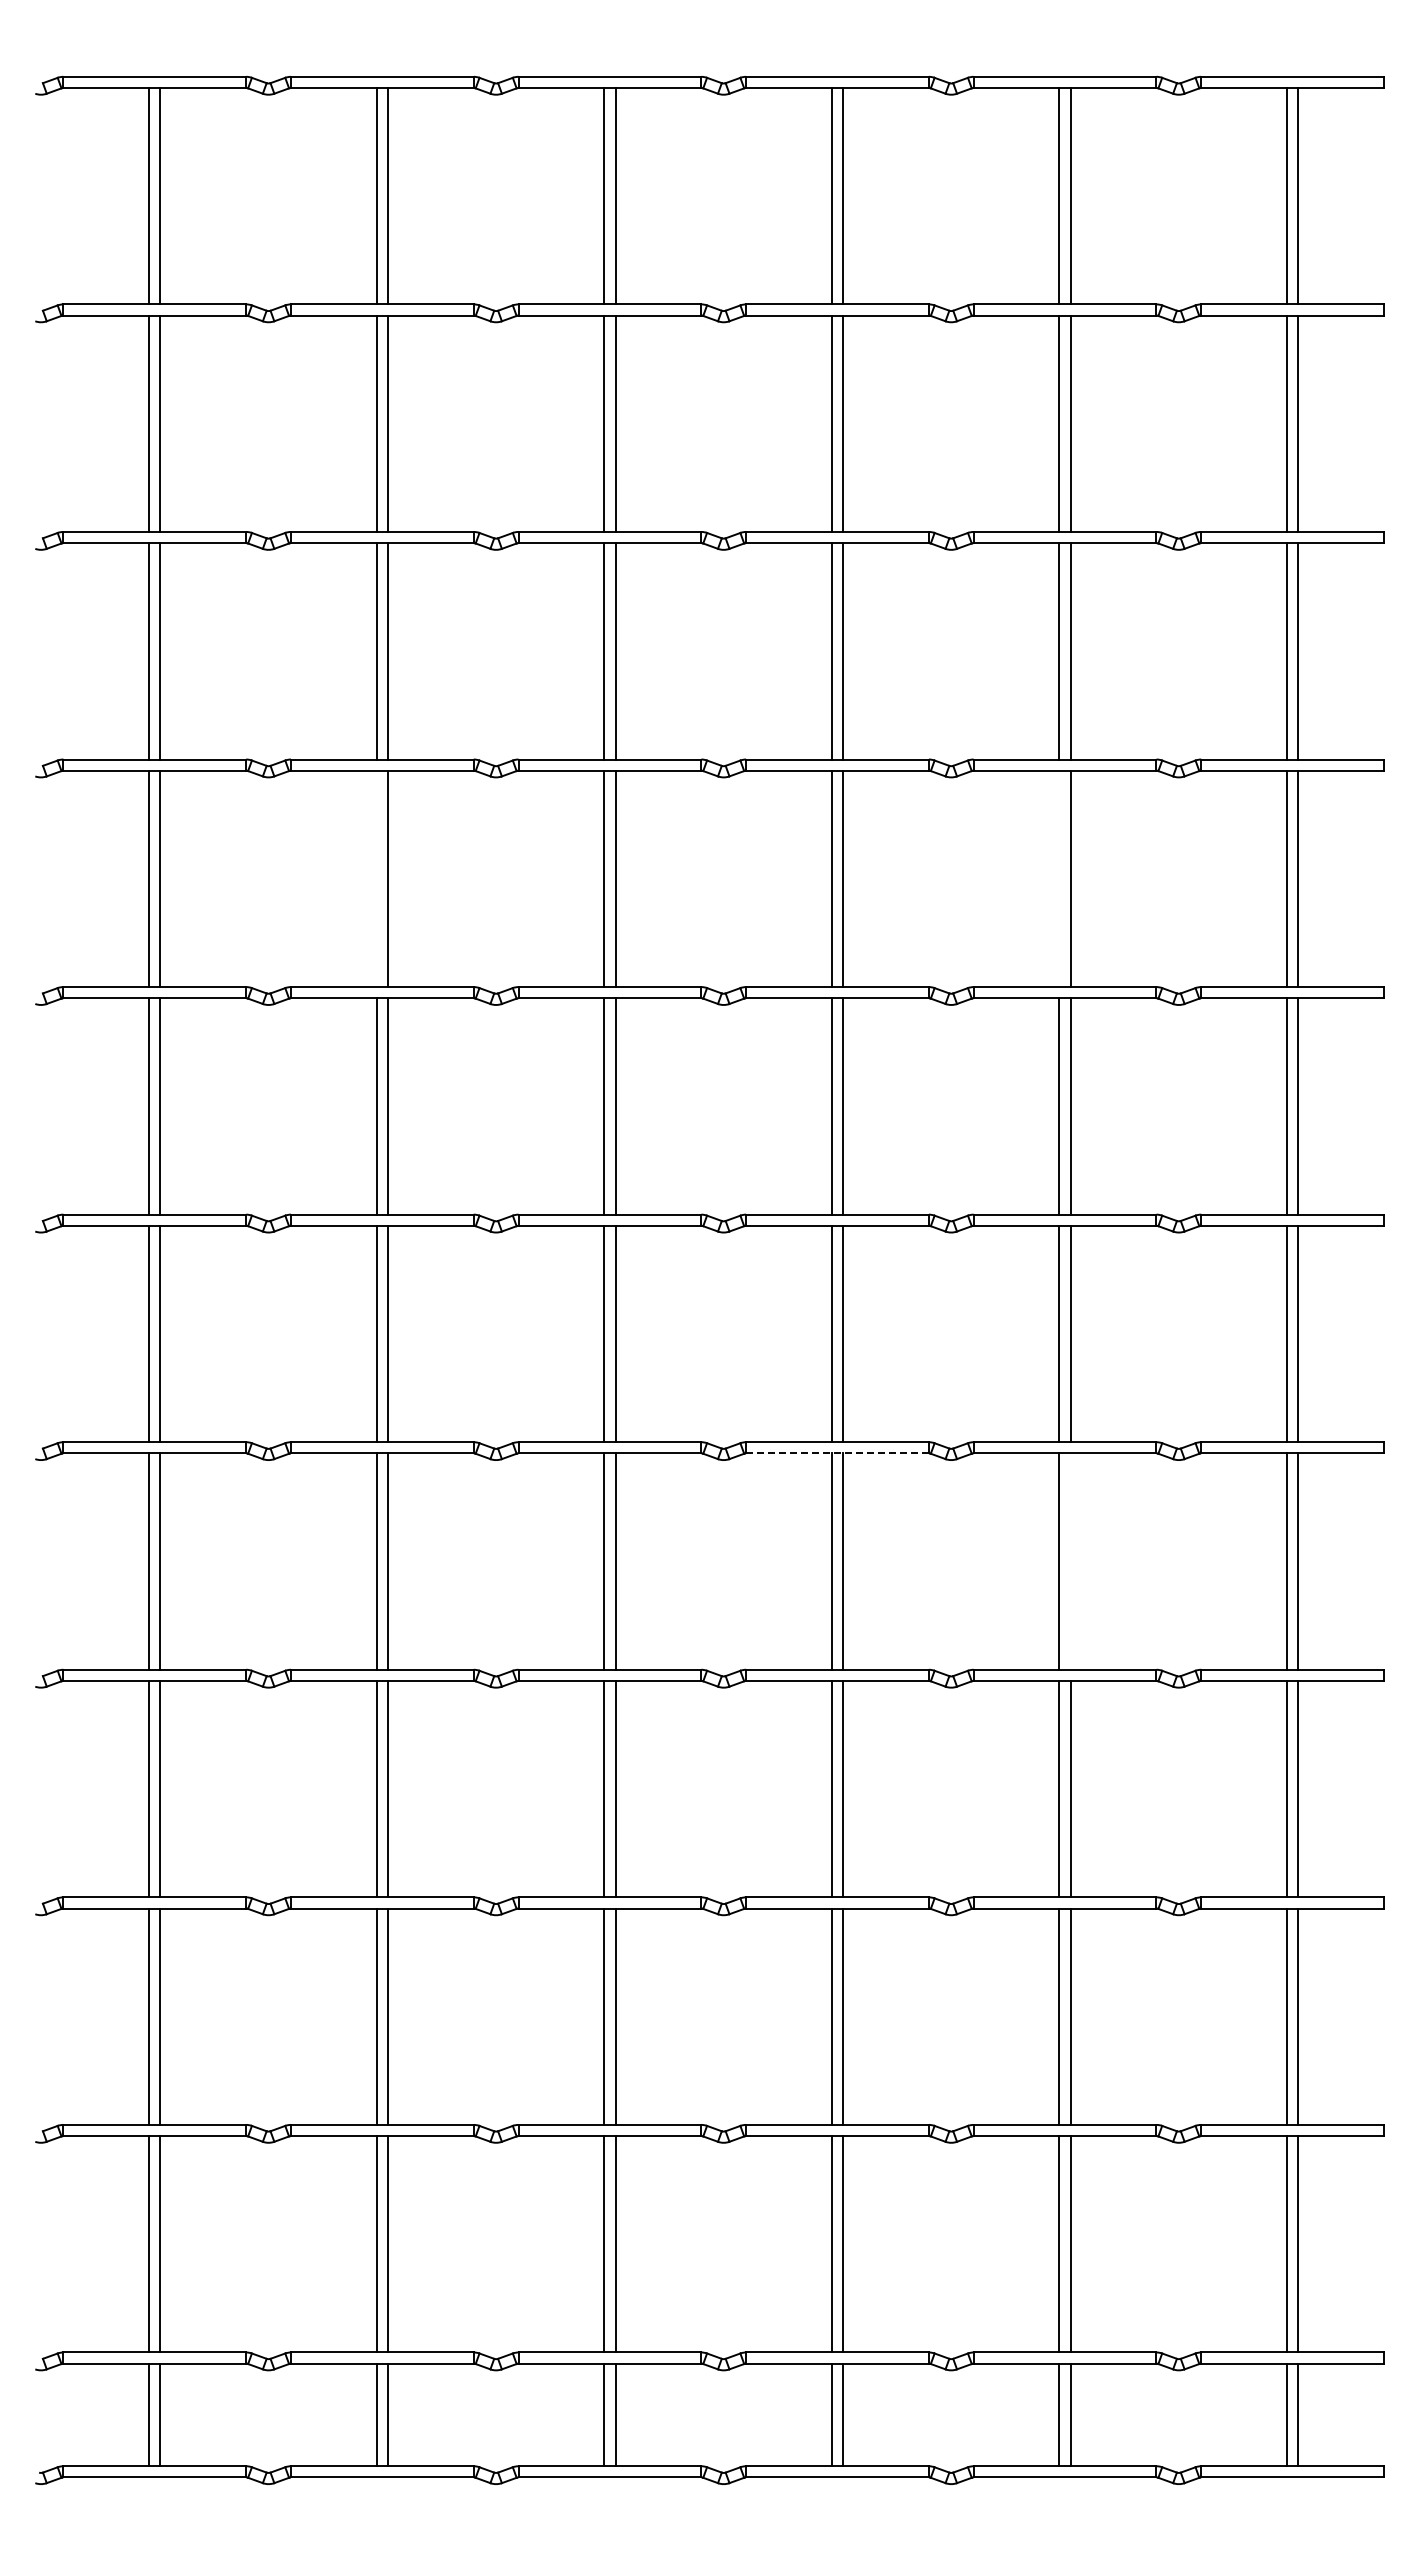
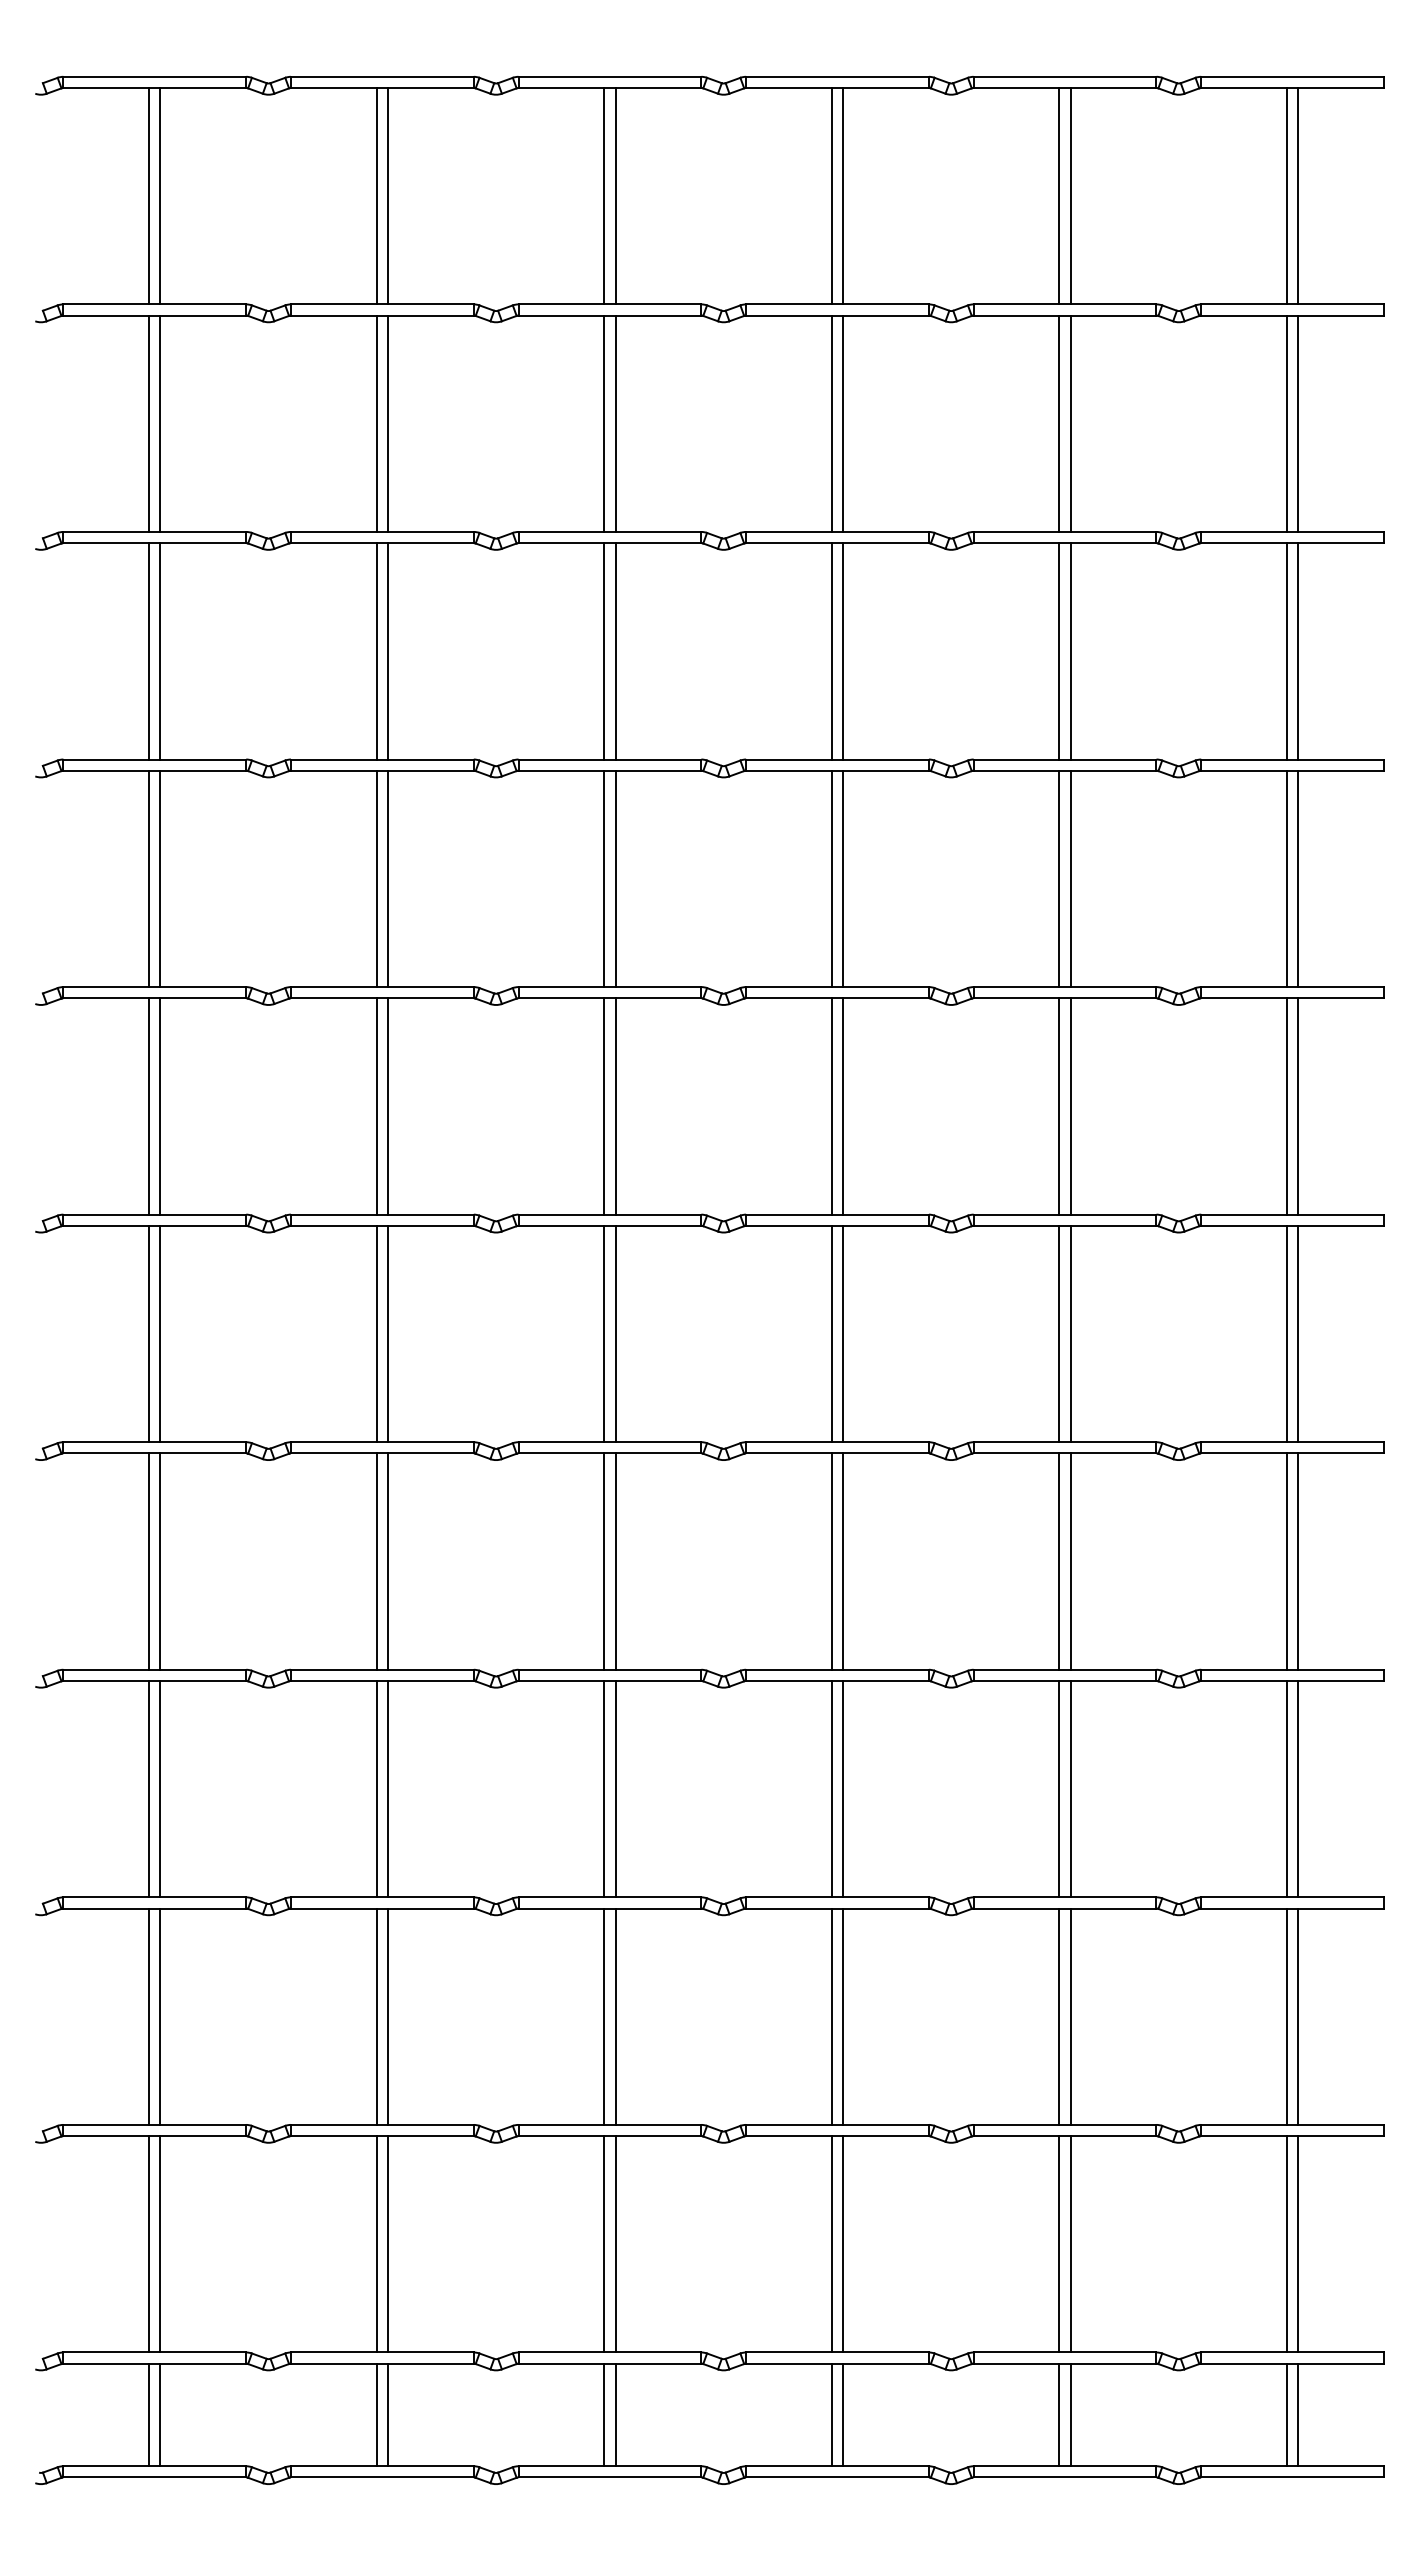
line at (376, 878): none -> present
line at (1059, 878): none -> present
line at (838, 1453): dashed -> solid
line at (1070, 1561): none -> present
